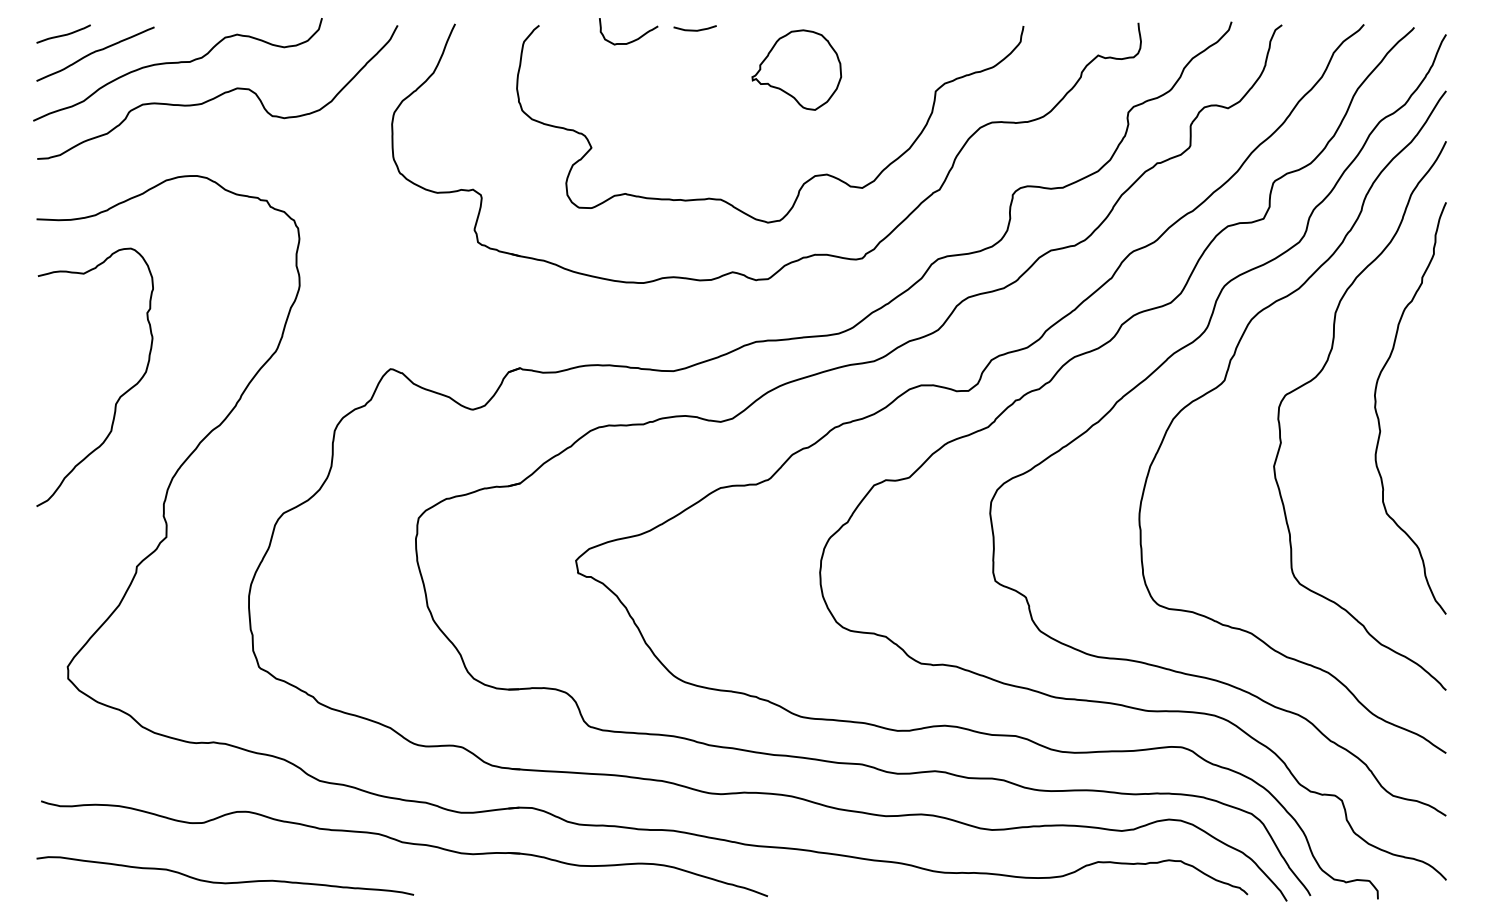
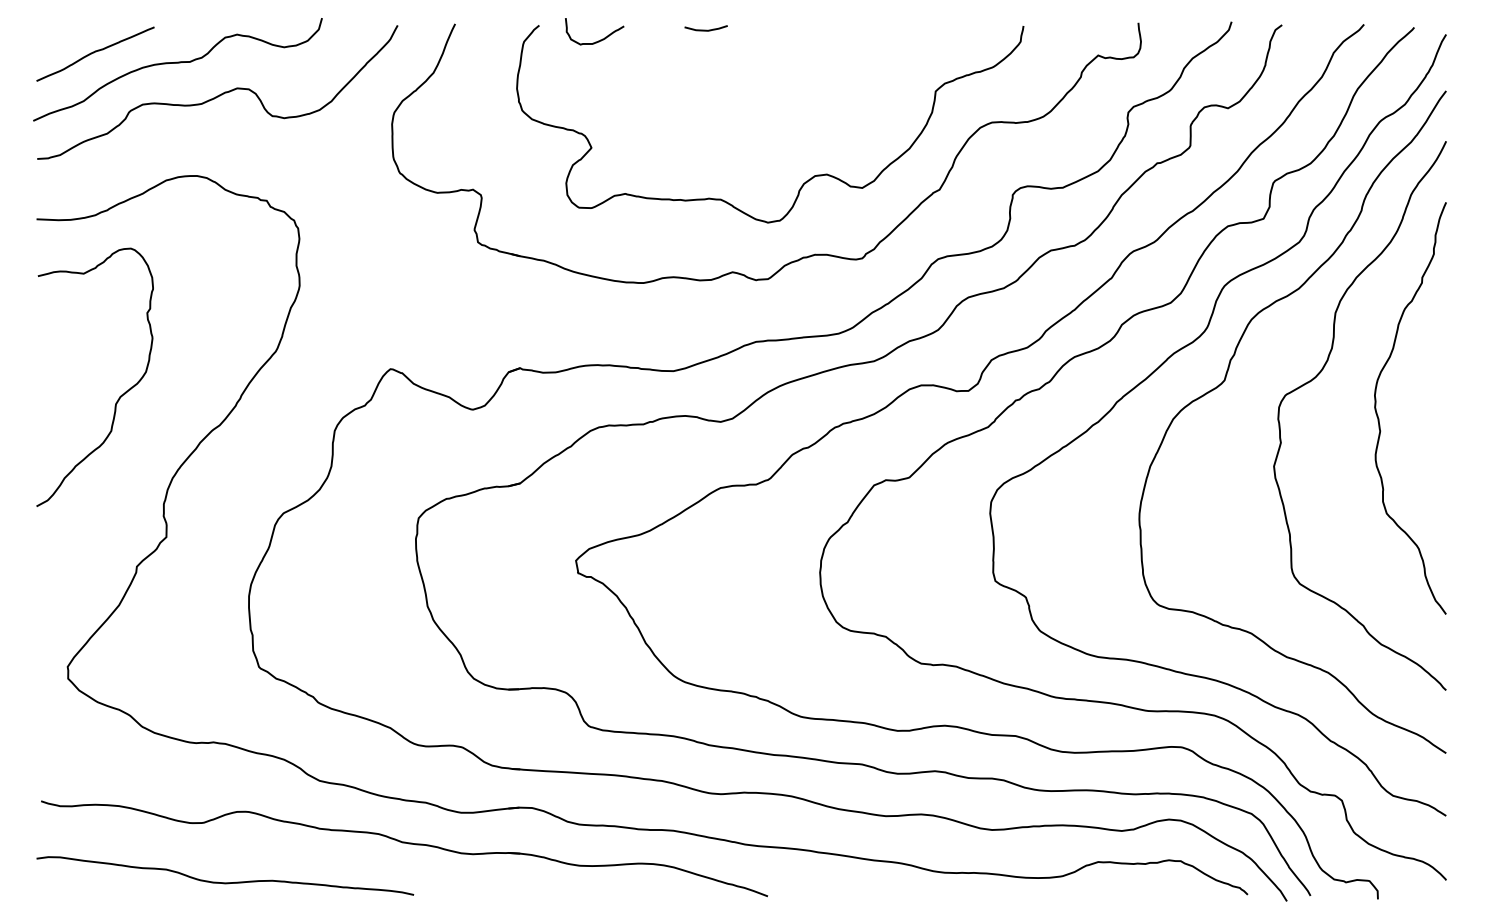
curve at (694, 29) position: (694, 29) -> (705, 29)
curve at (63, 34): present -> none
curve at (632, 40) position: (632, 40) -> (598, 40)
part at (796, 69): present -> none
